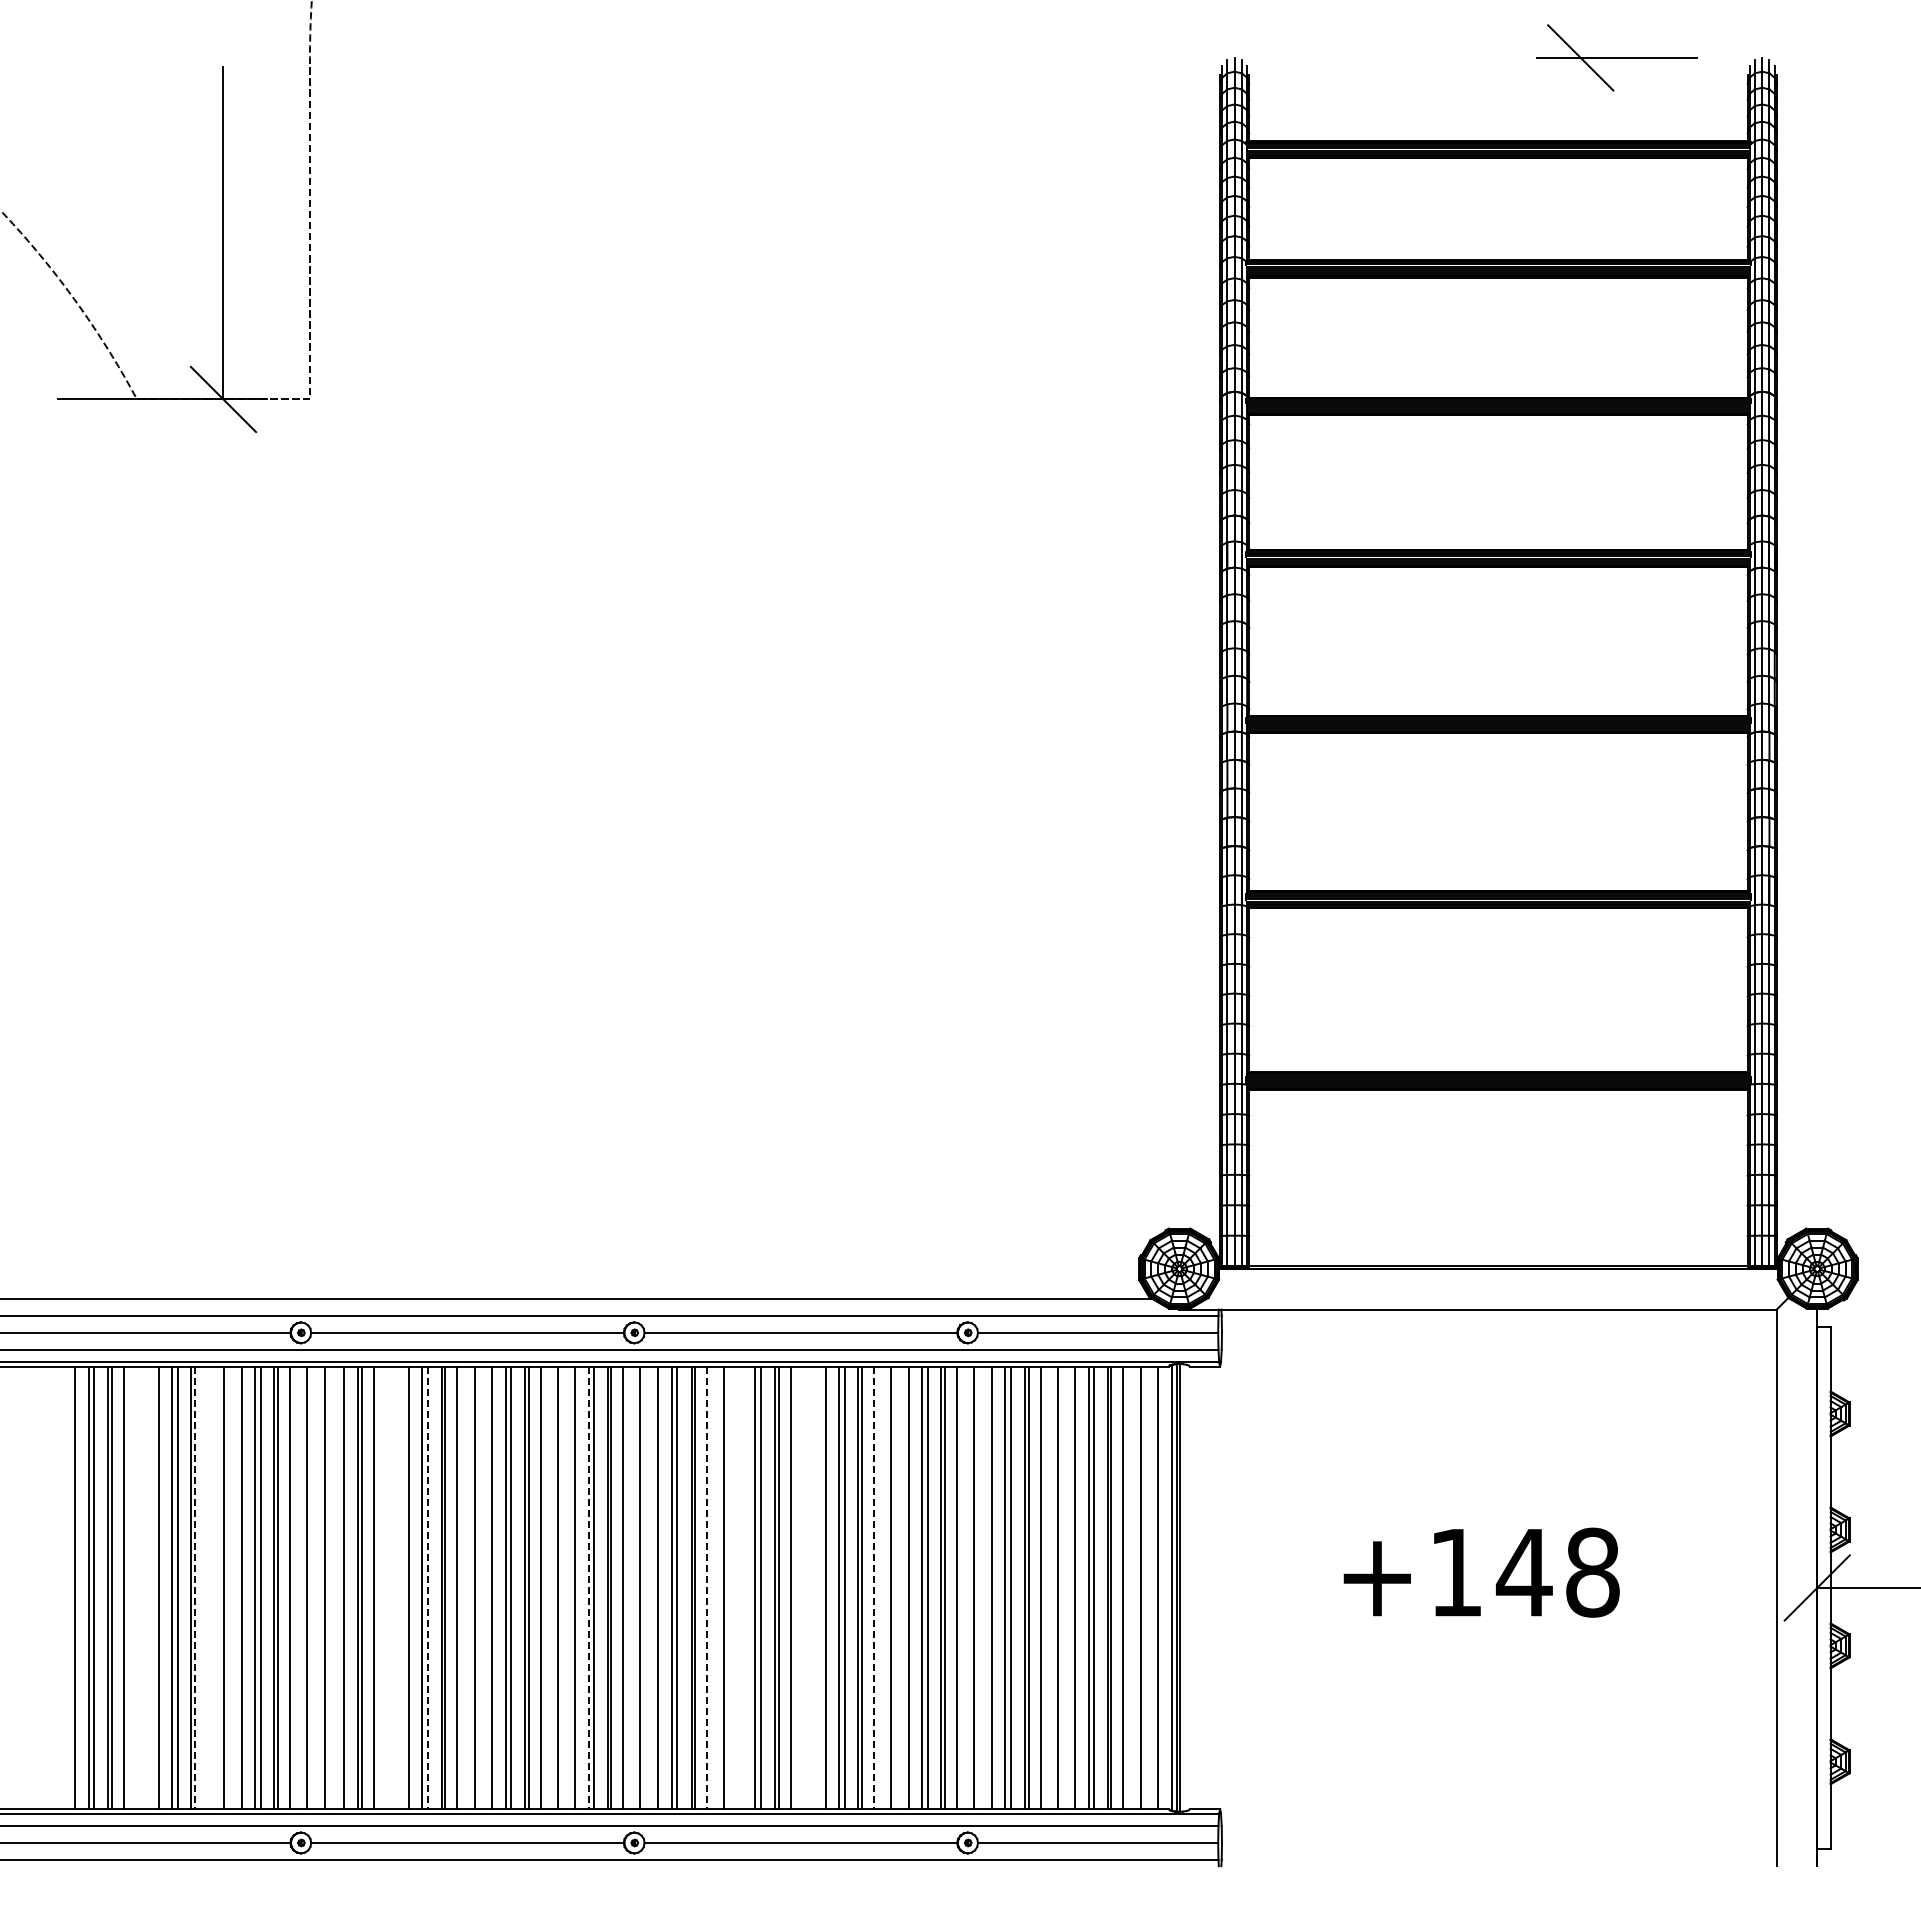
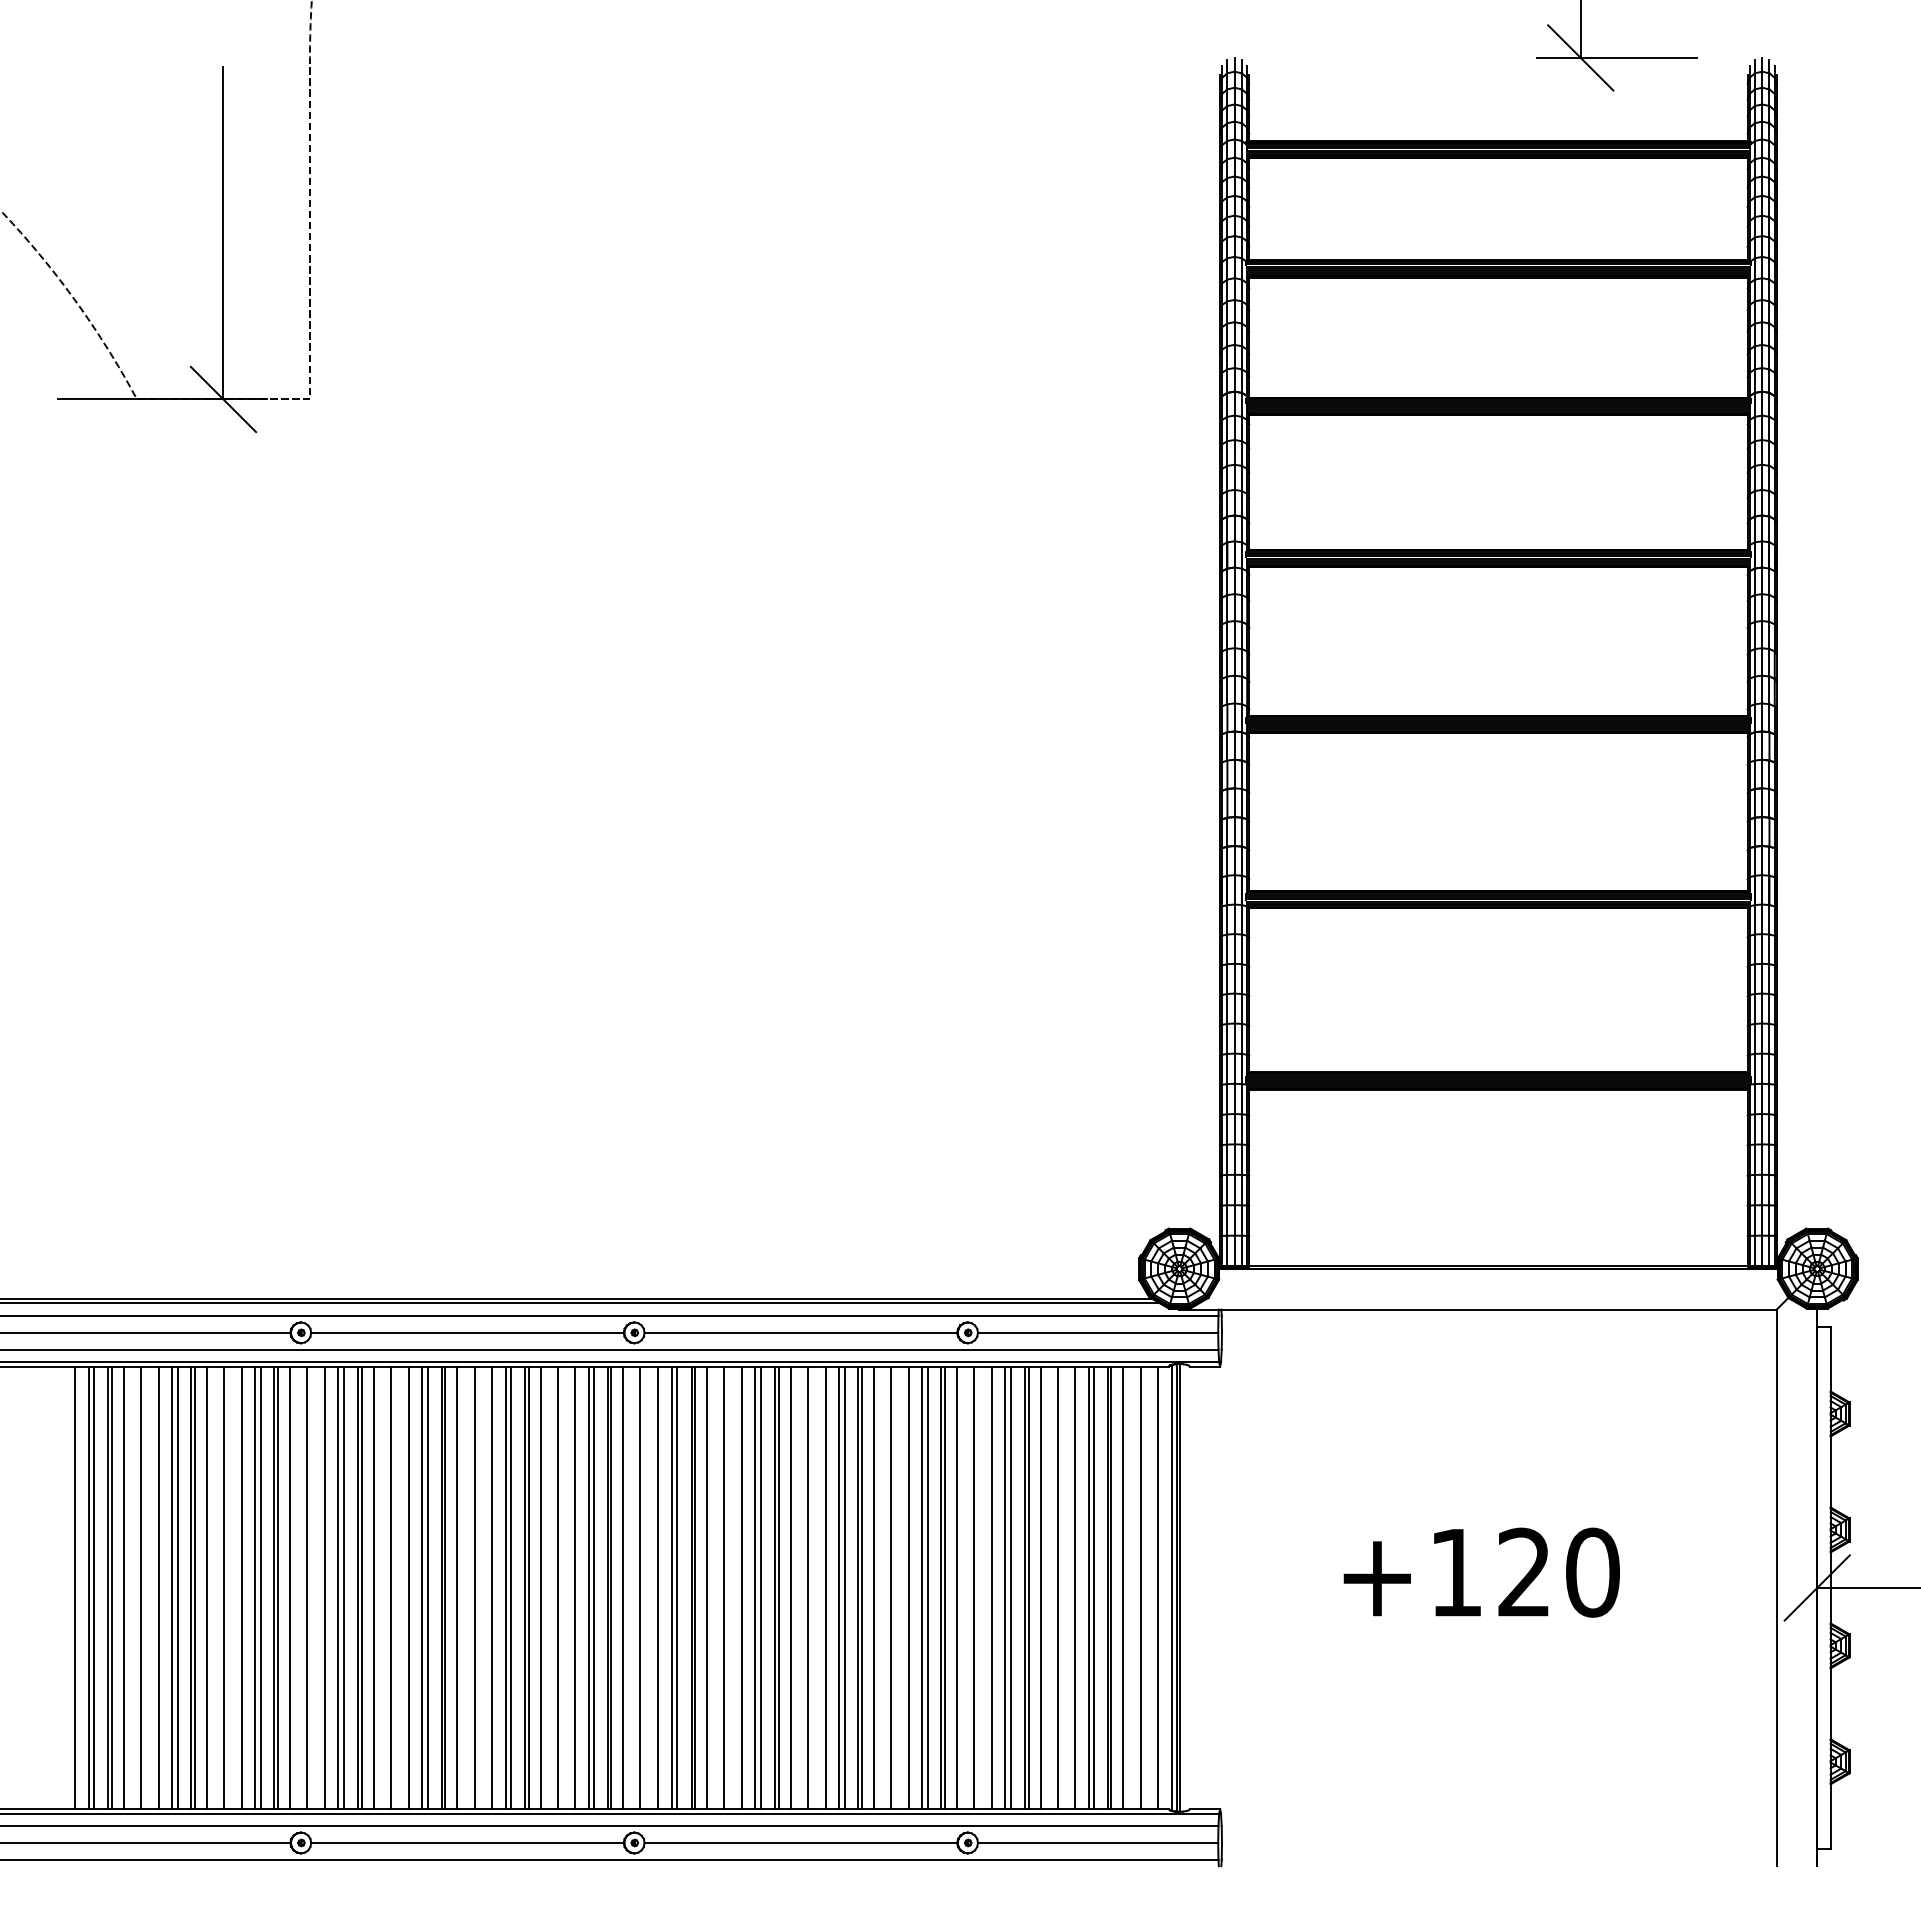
line at (1580, 29): none -> present
line at (581, 1303): none -> present
text at (1557, 1572): +148 -> +120
line at (141, 1587): none -> present
line at (207, 1587): none -> present
line at (338, 1587): none -> present
line at (390, 1587): none -> present
line at (741, 1587): none -> present
line at (807, 1587): none -> present
line at (195, 1588): dashed -> solid
line at (427, 1588): dashed -> solid
line at (588, 1588): dashed -> solid
line at (707, 1588): dashed -> solid
line at (873, 1588): dashed -> solid
